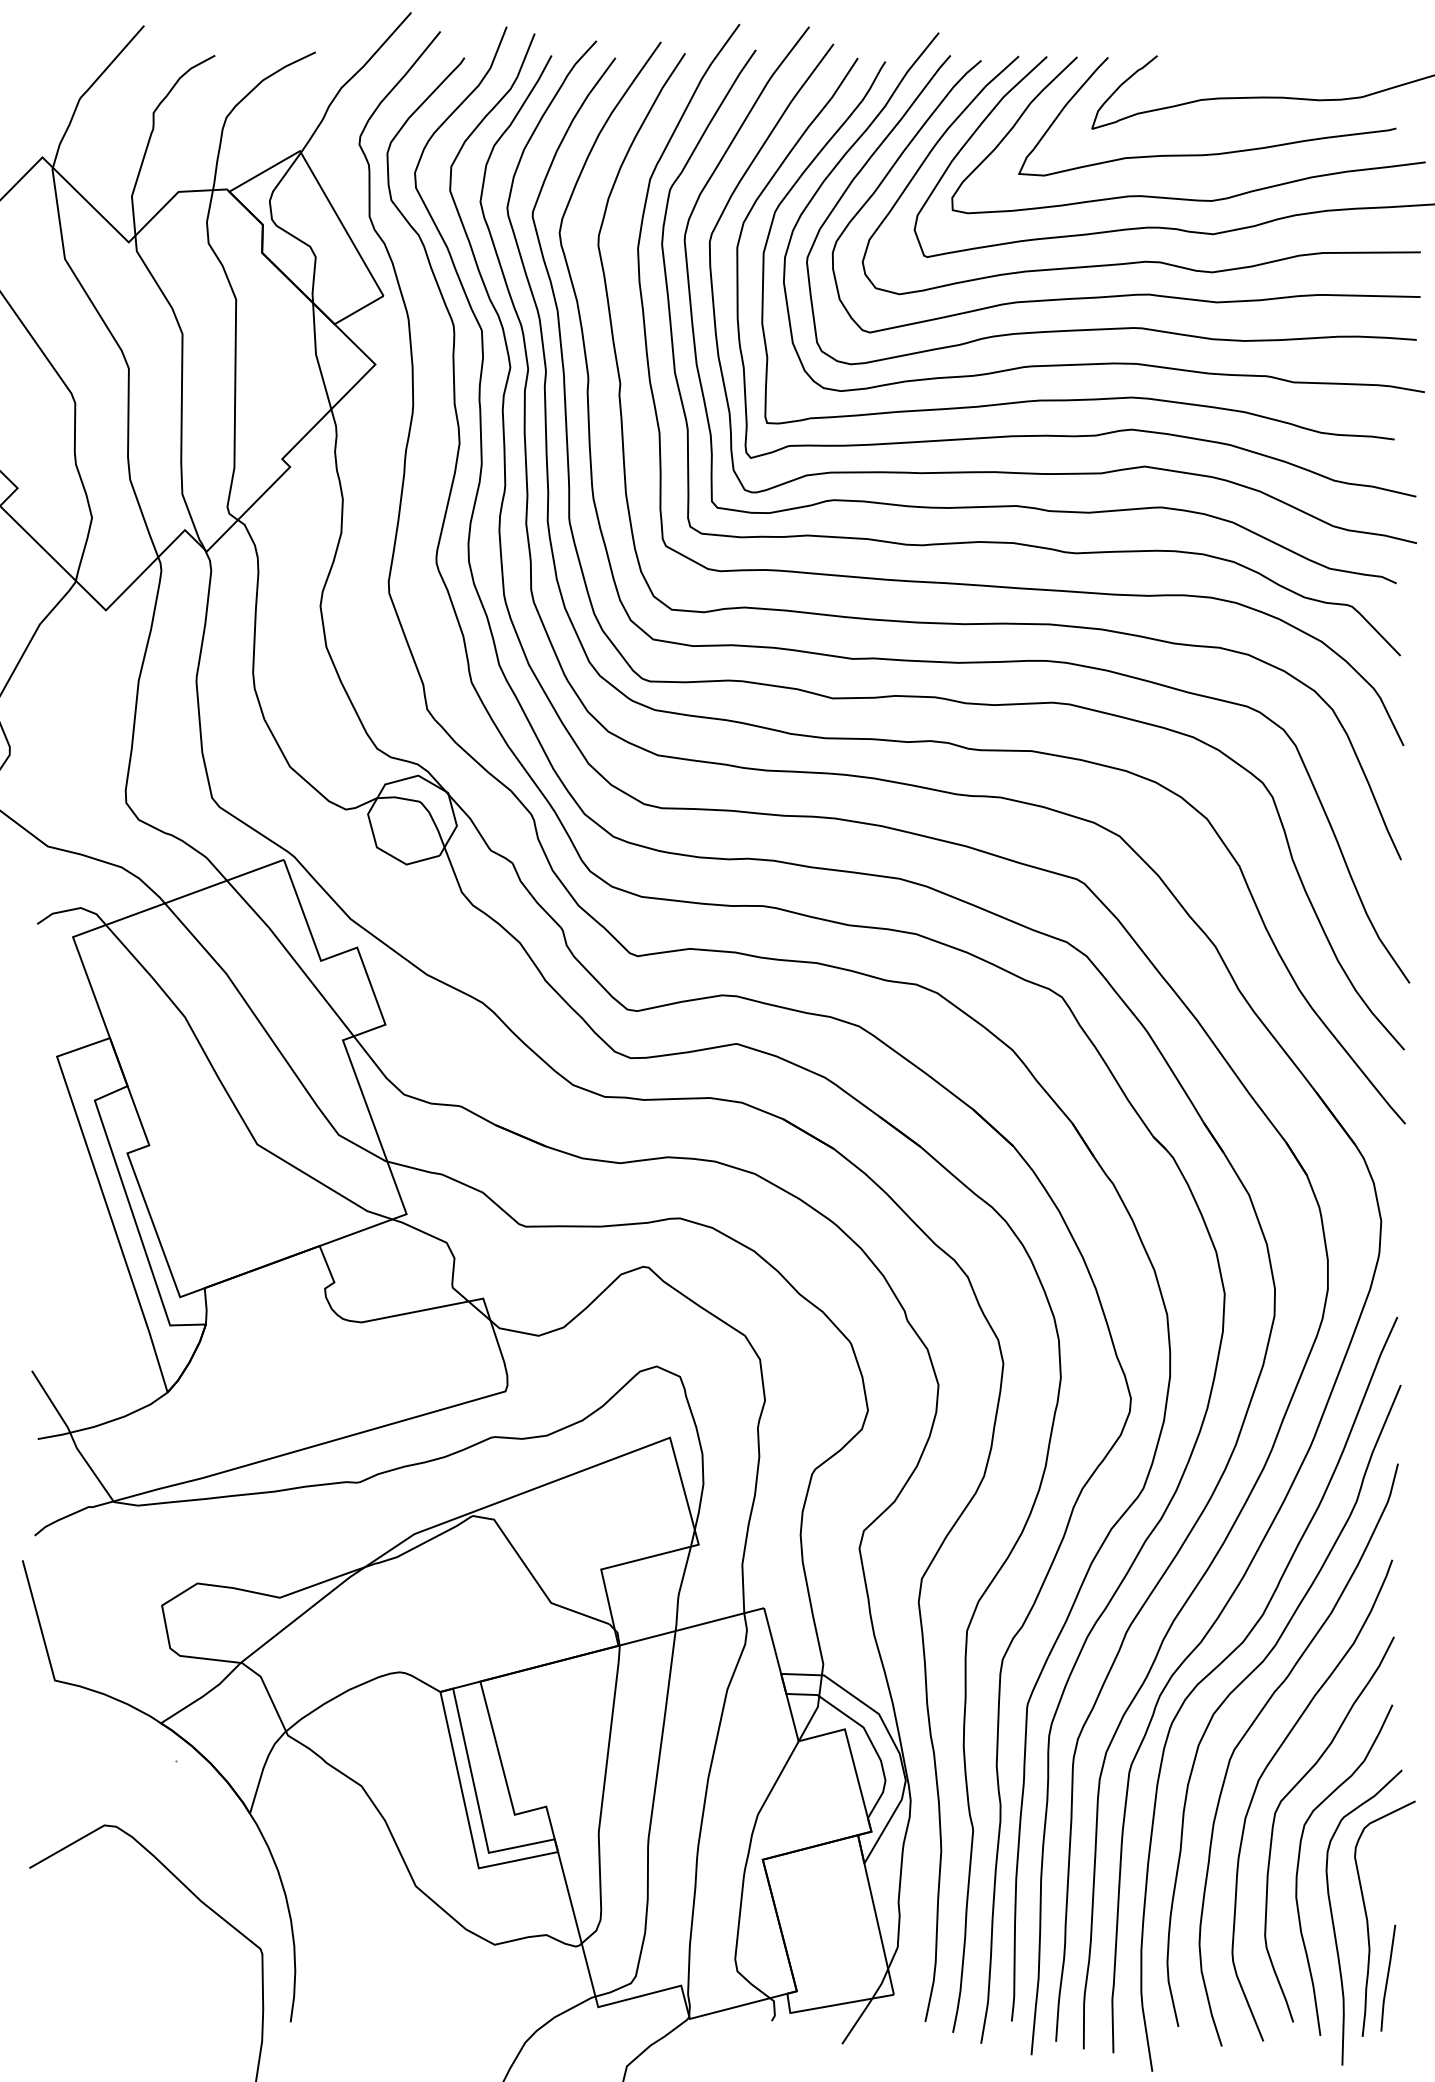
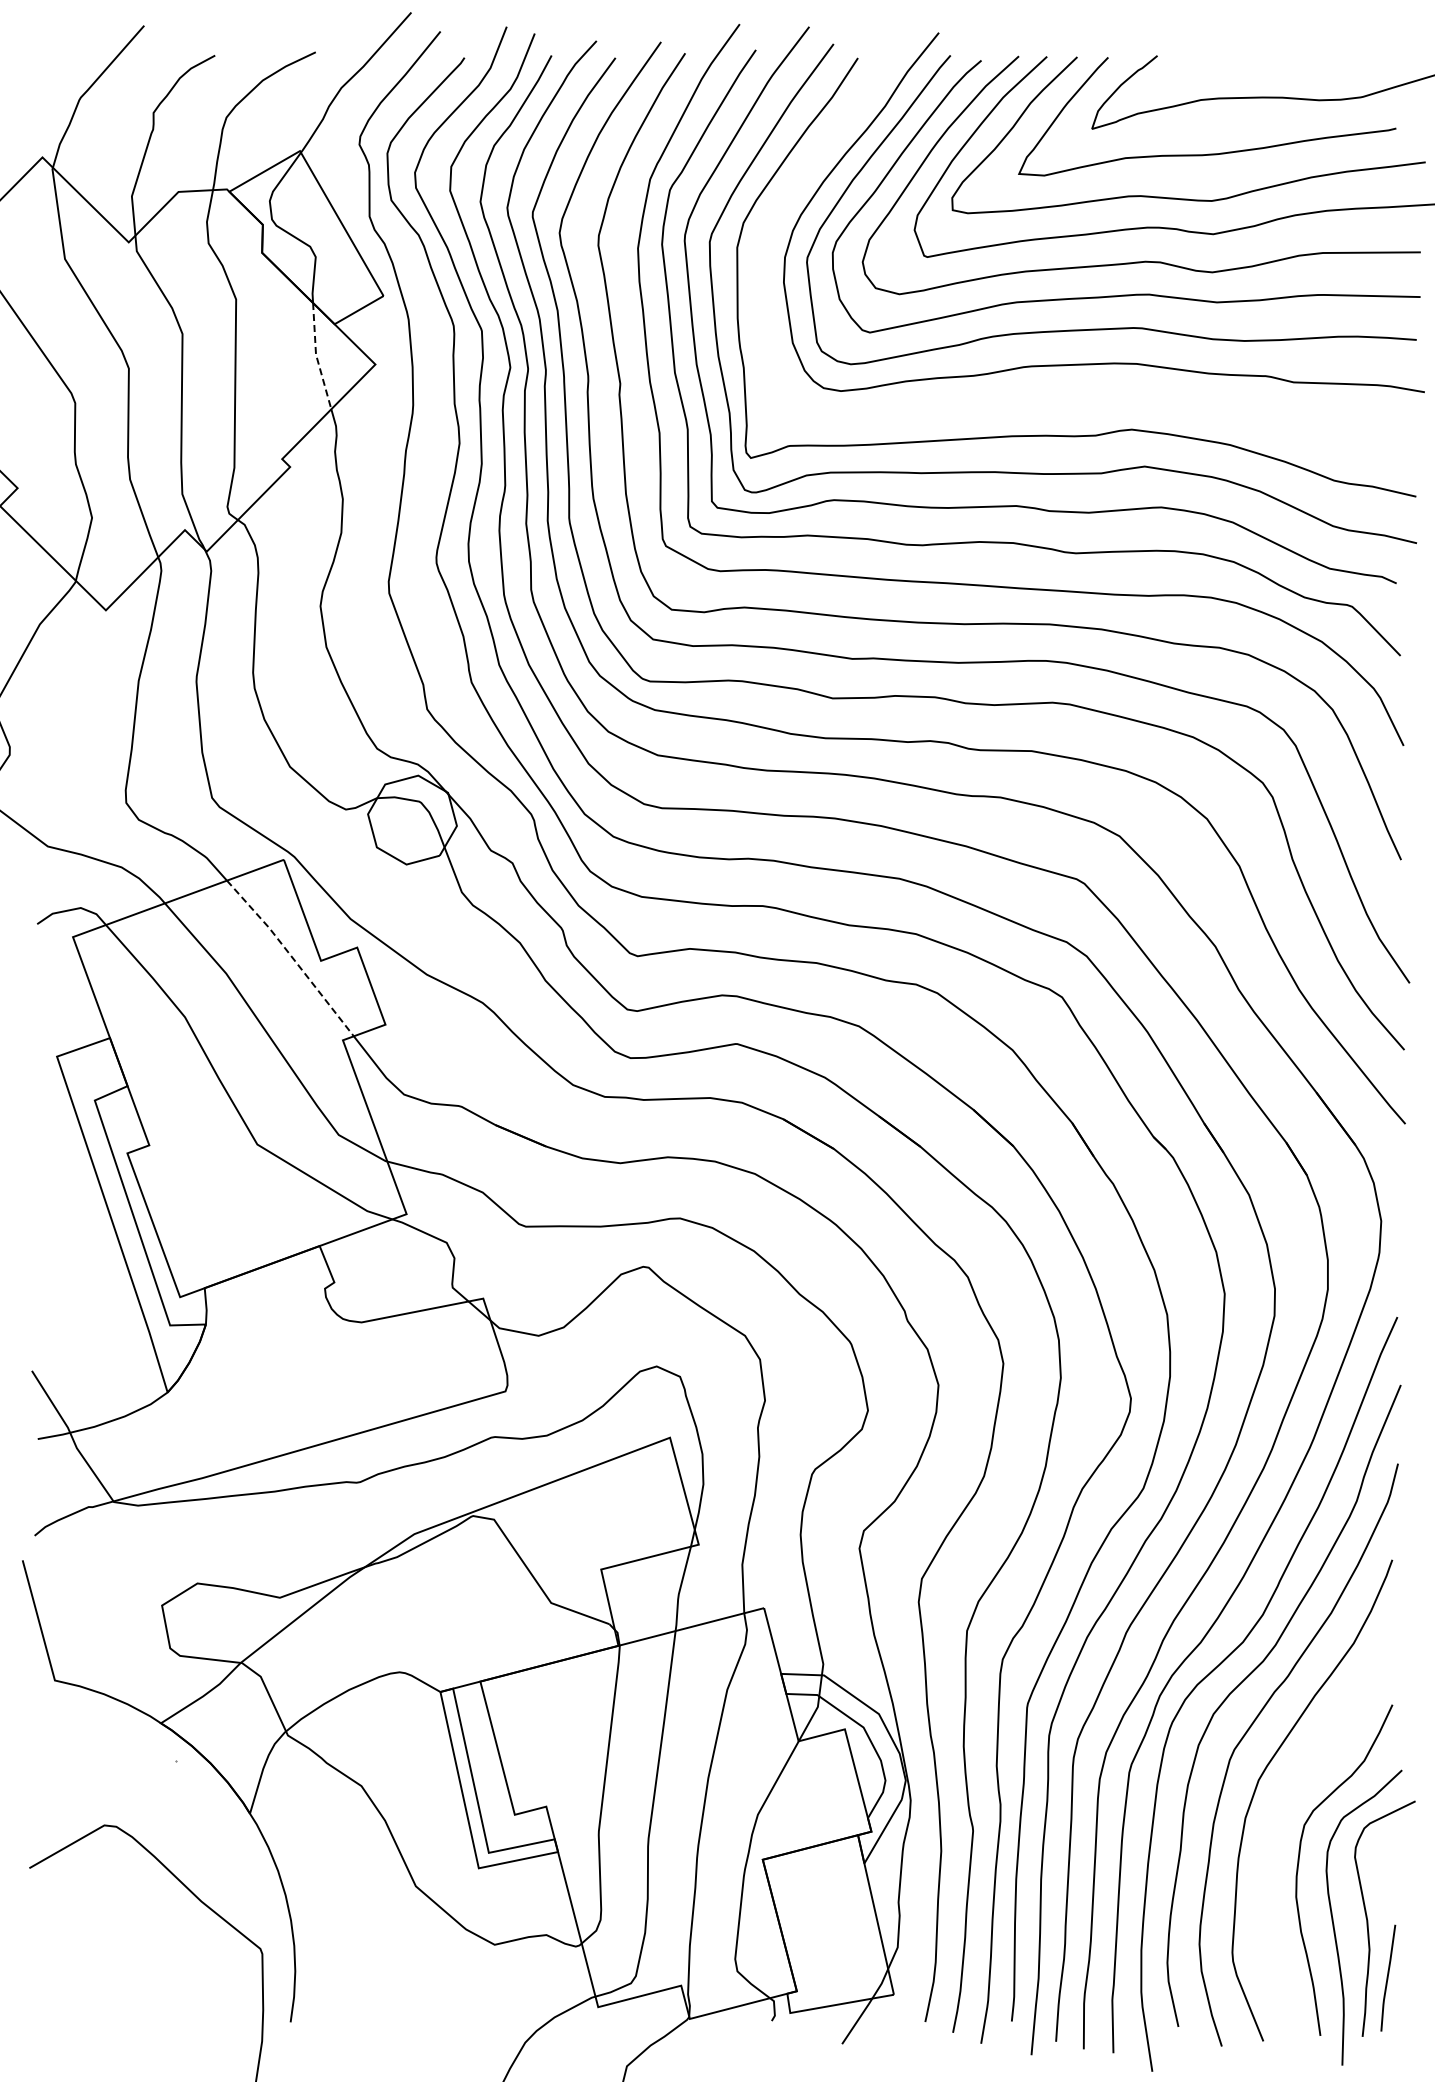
line at (316, 356): solid -> dashed
curve at (1083, 398): present -> none
line at (291, 956): solid -> dashed
curve at (1291, 1791): present -> none
